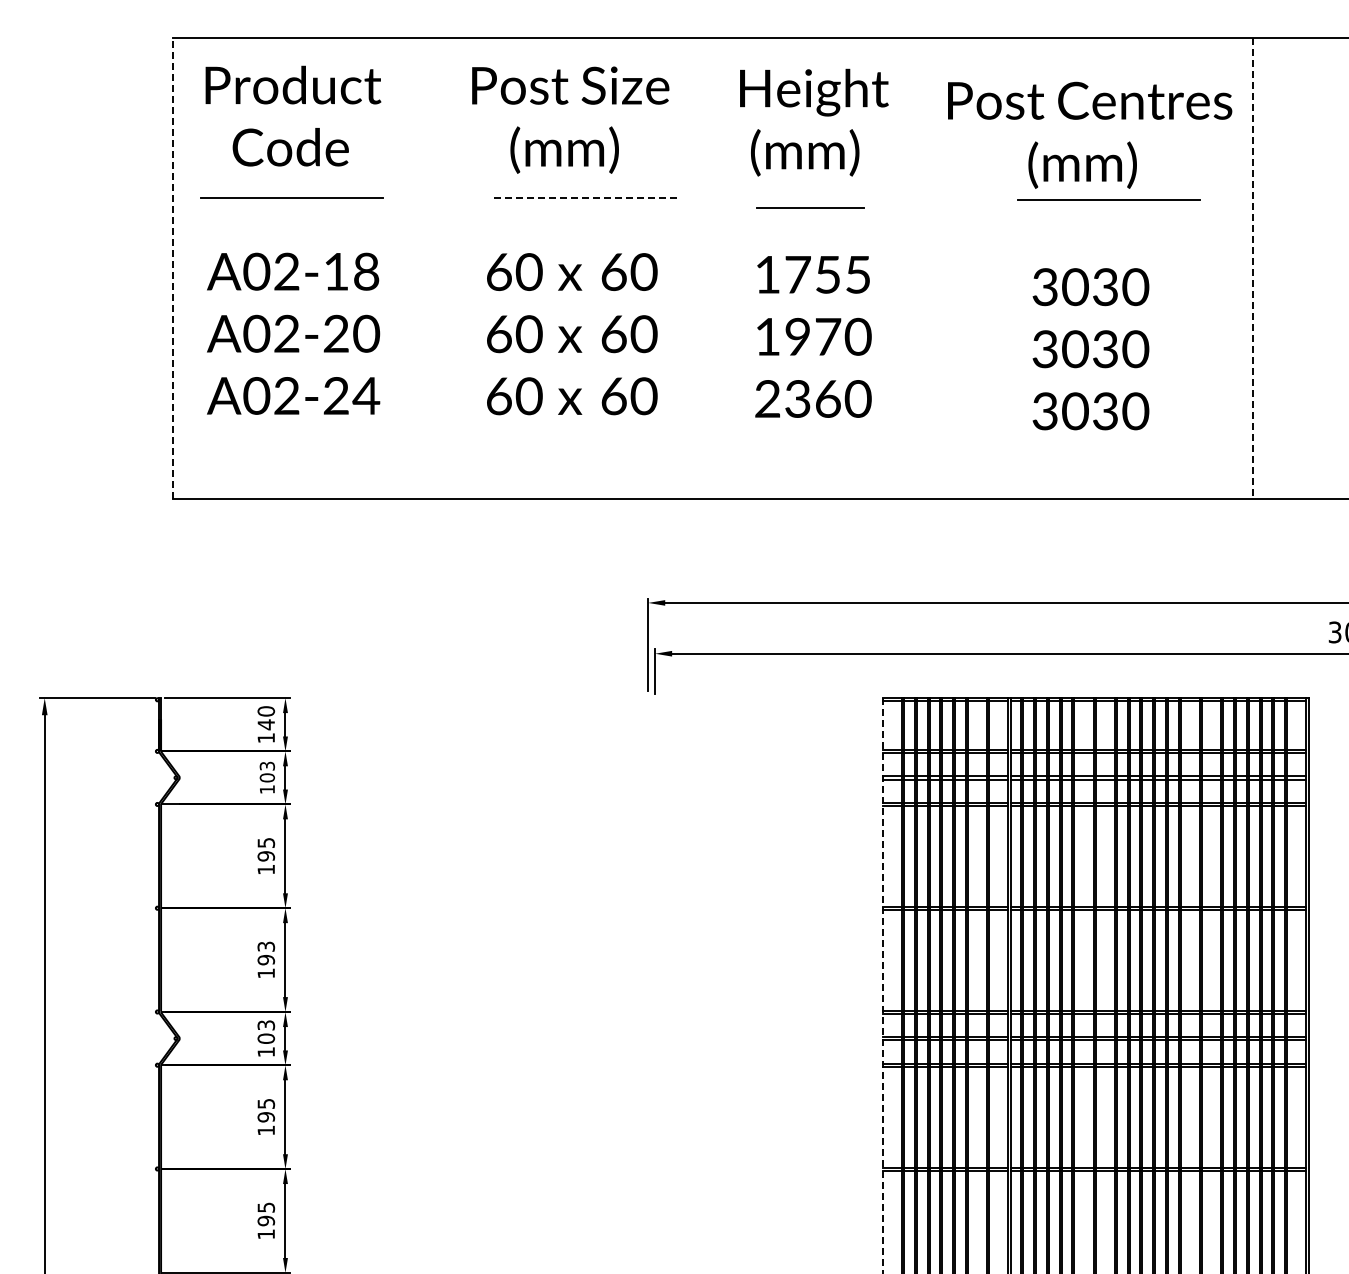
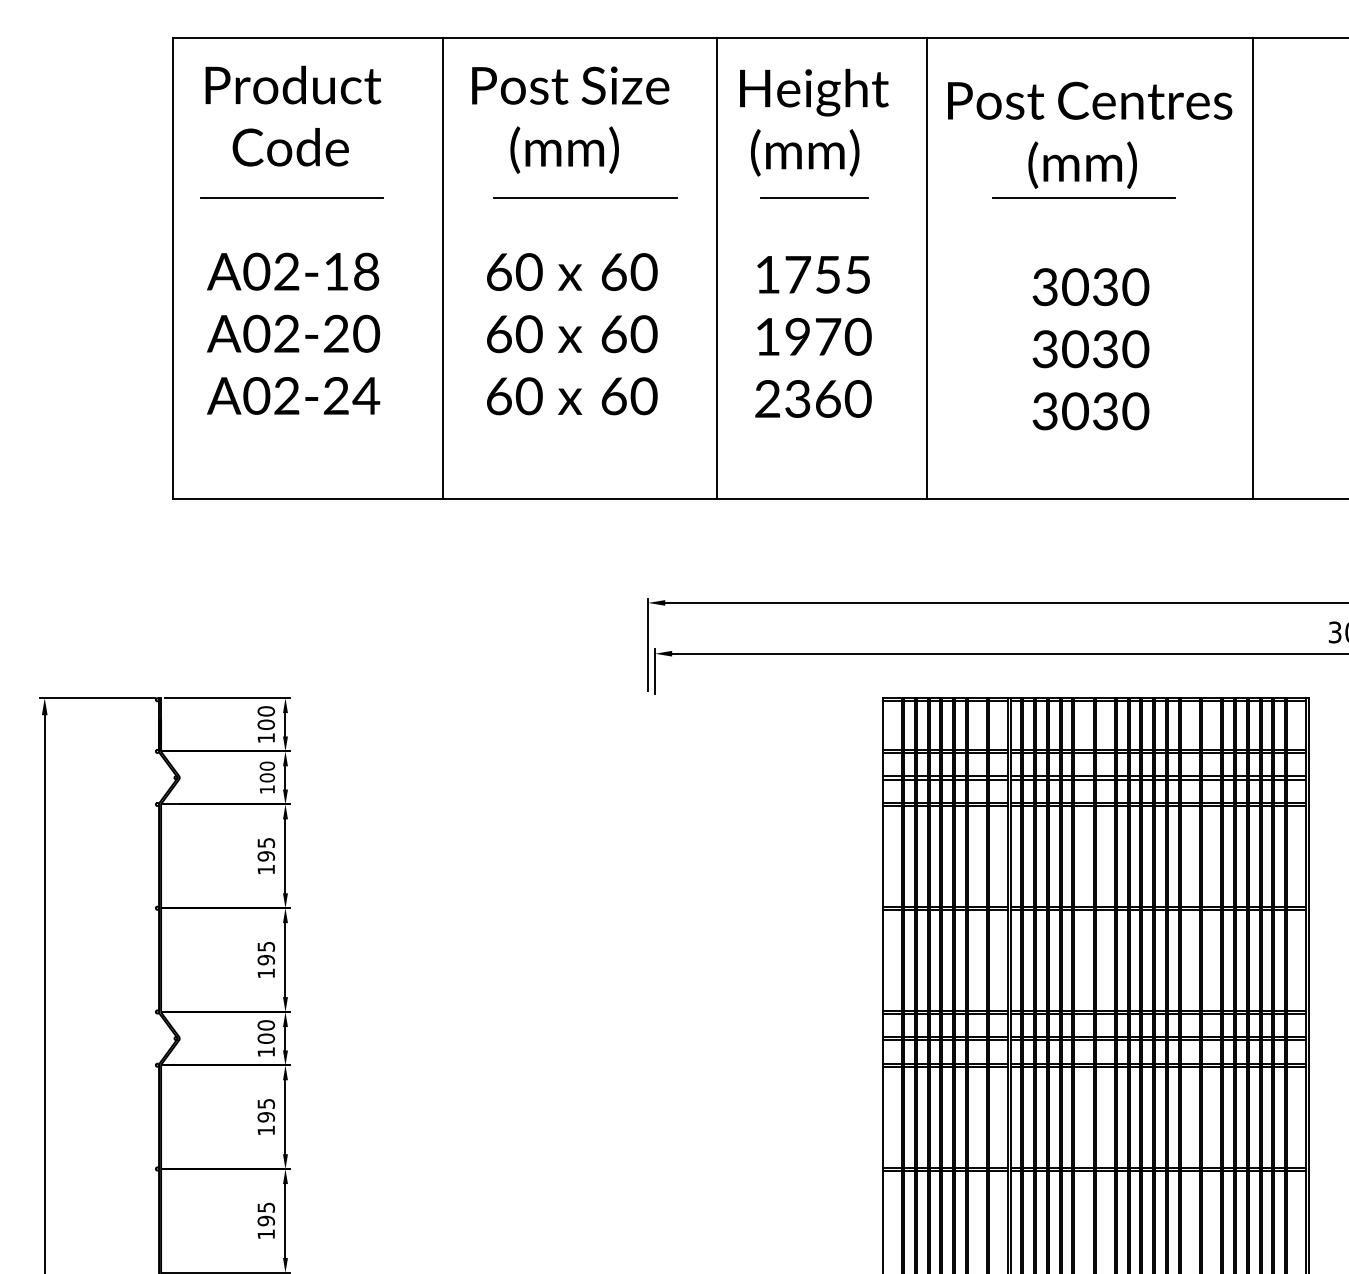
line at (586, 198): dashed -> solid
line at (1108, 199) position: (1108, 199) -> (1083, 197)
line at (810, 207) position: (810, 207) -> (814, 197)
line at (173, 267): dashed -> solid
line at (442, 268): none -> present
line at (717, 268): none -> present
line at (926, 268): none -> present
line at (1252, 268): dashed -> solid
text at (266, 724): 140 -> 100
text at (266, 765): 103 -> 100
text at (265, 946): 193 -> 195
line at (882, 985): dashed -> solid
text at (266, 1025): 103 -> 100
